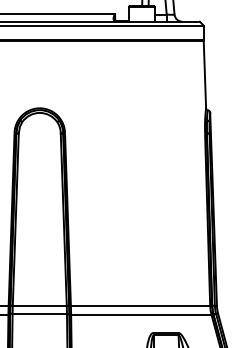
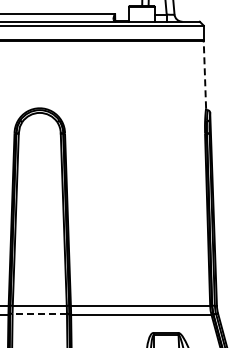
line at (204, 74): solid -> dashed
line at (39, 313): solid -> dashed
